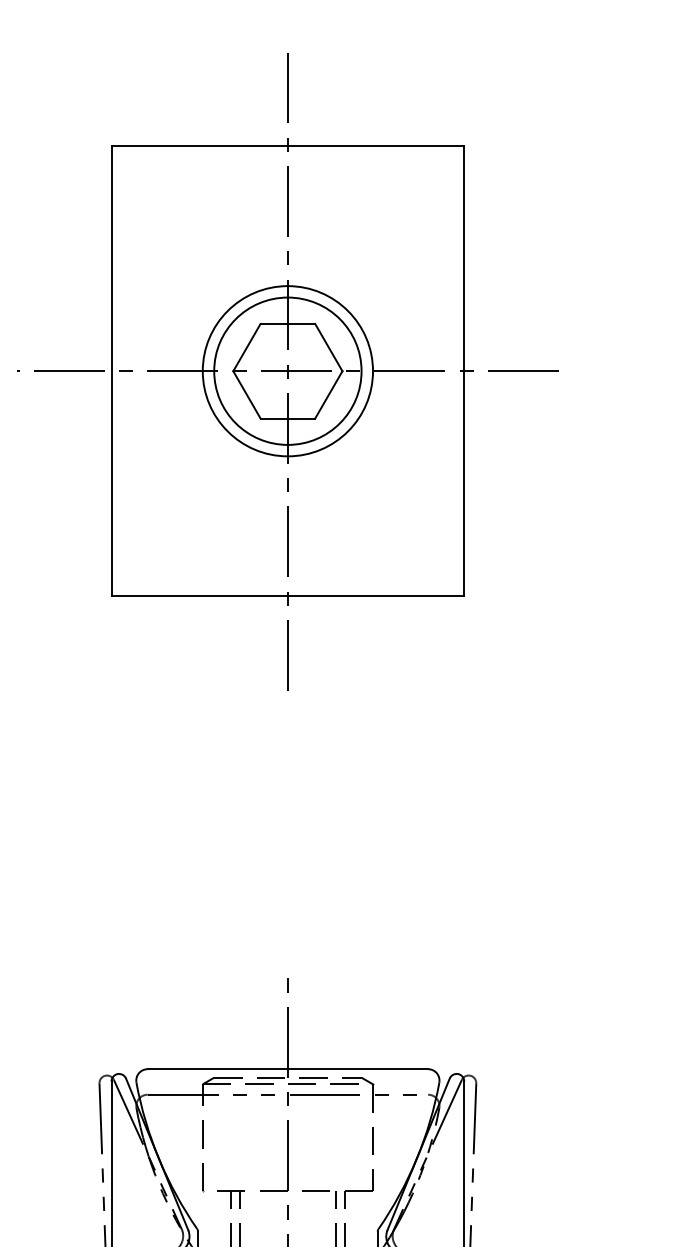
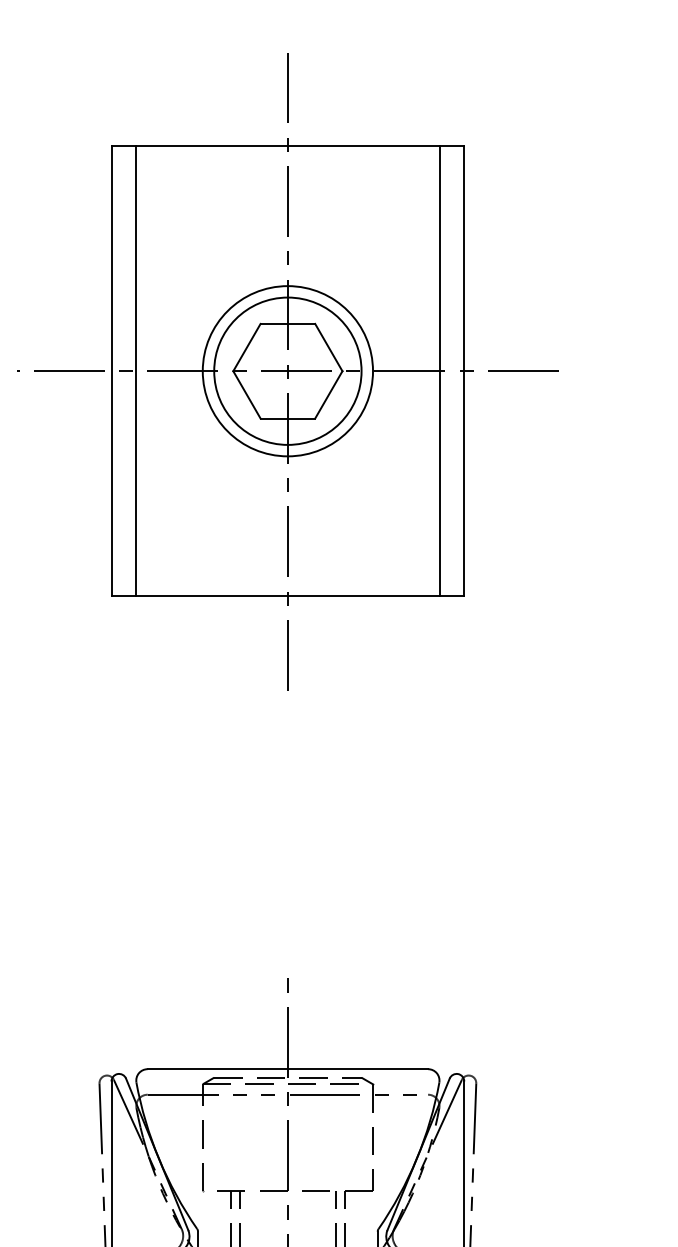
line at (136, 371): none -> present
line at (439, 371): none -> present
